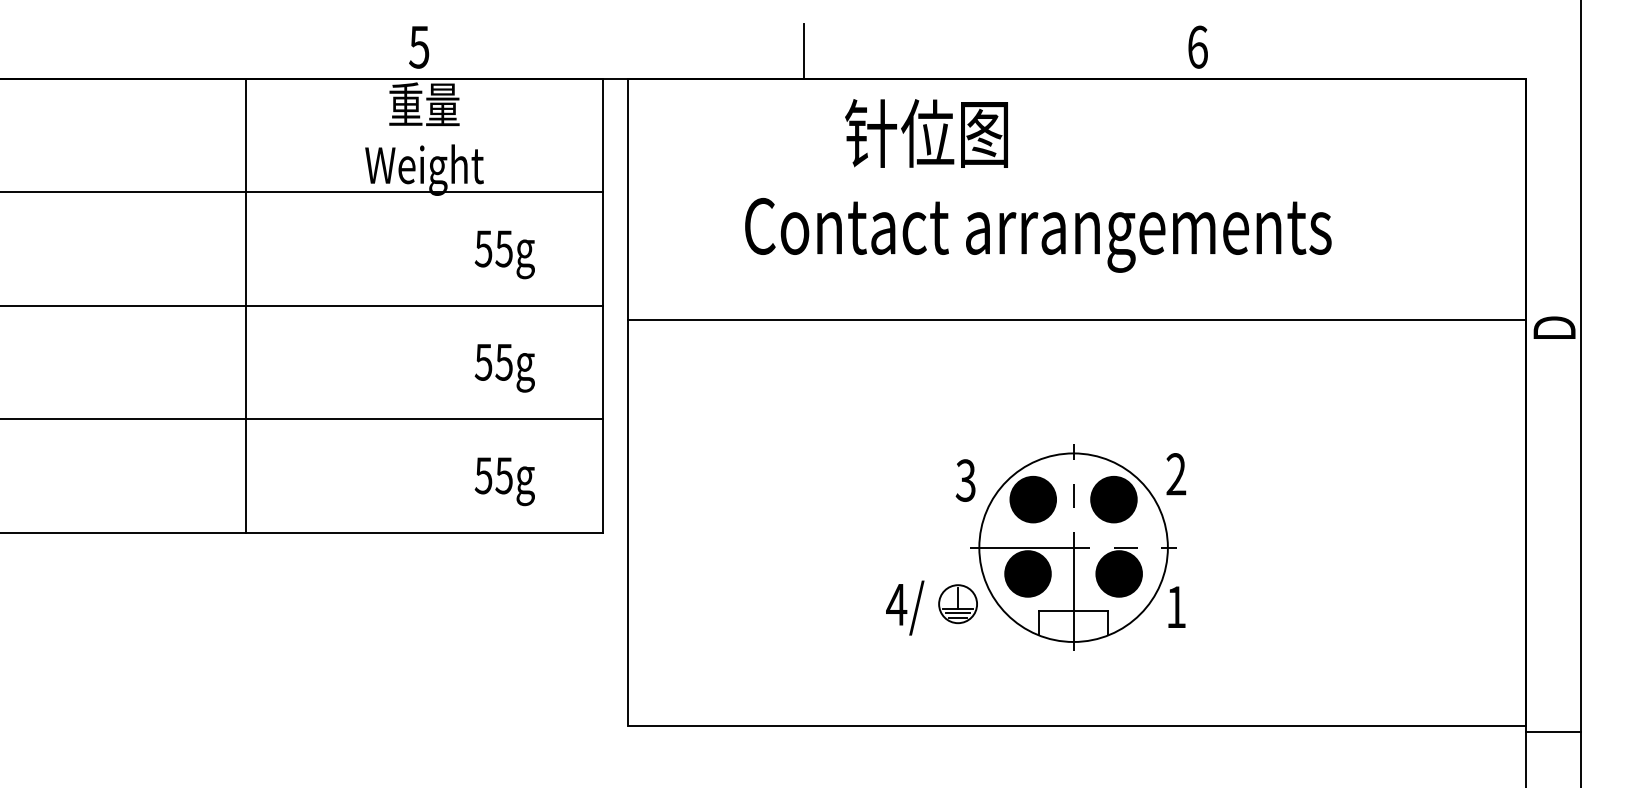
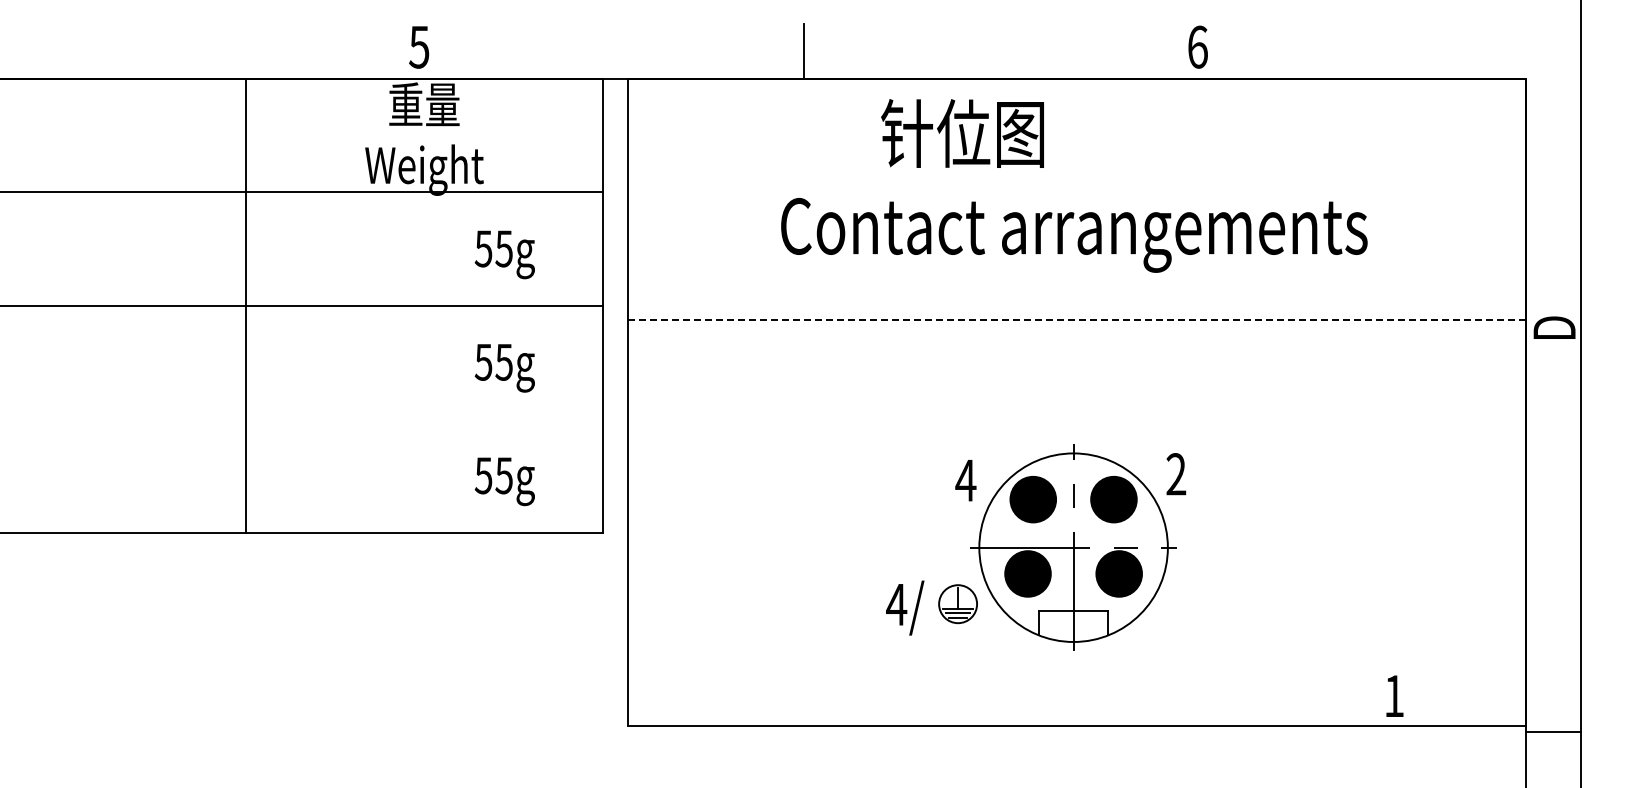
text at (1038, 185) position: (1038, 185) -> (1074, 185)
line at (1077, 319): solid -> dashed
line at (302, 419): present -> none
text at (965, 480): 3 -> 4
text at (1176, 606) position: (1176, 606) -> (1394, 695)
